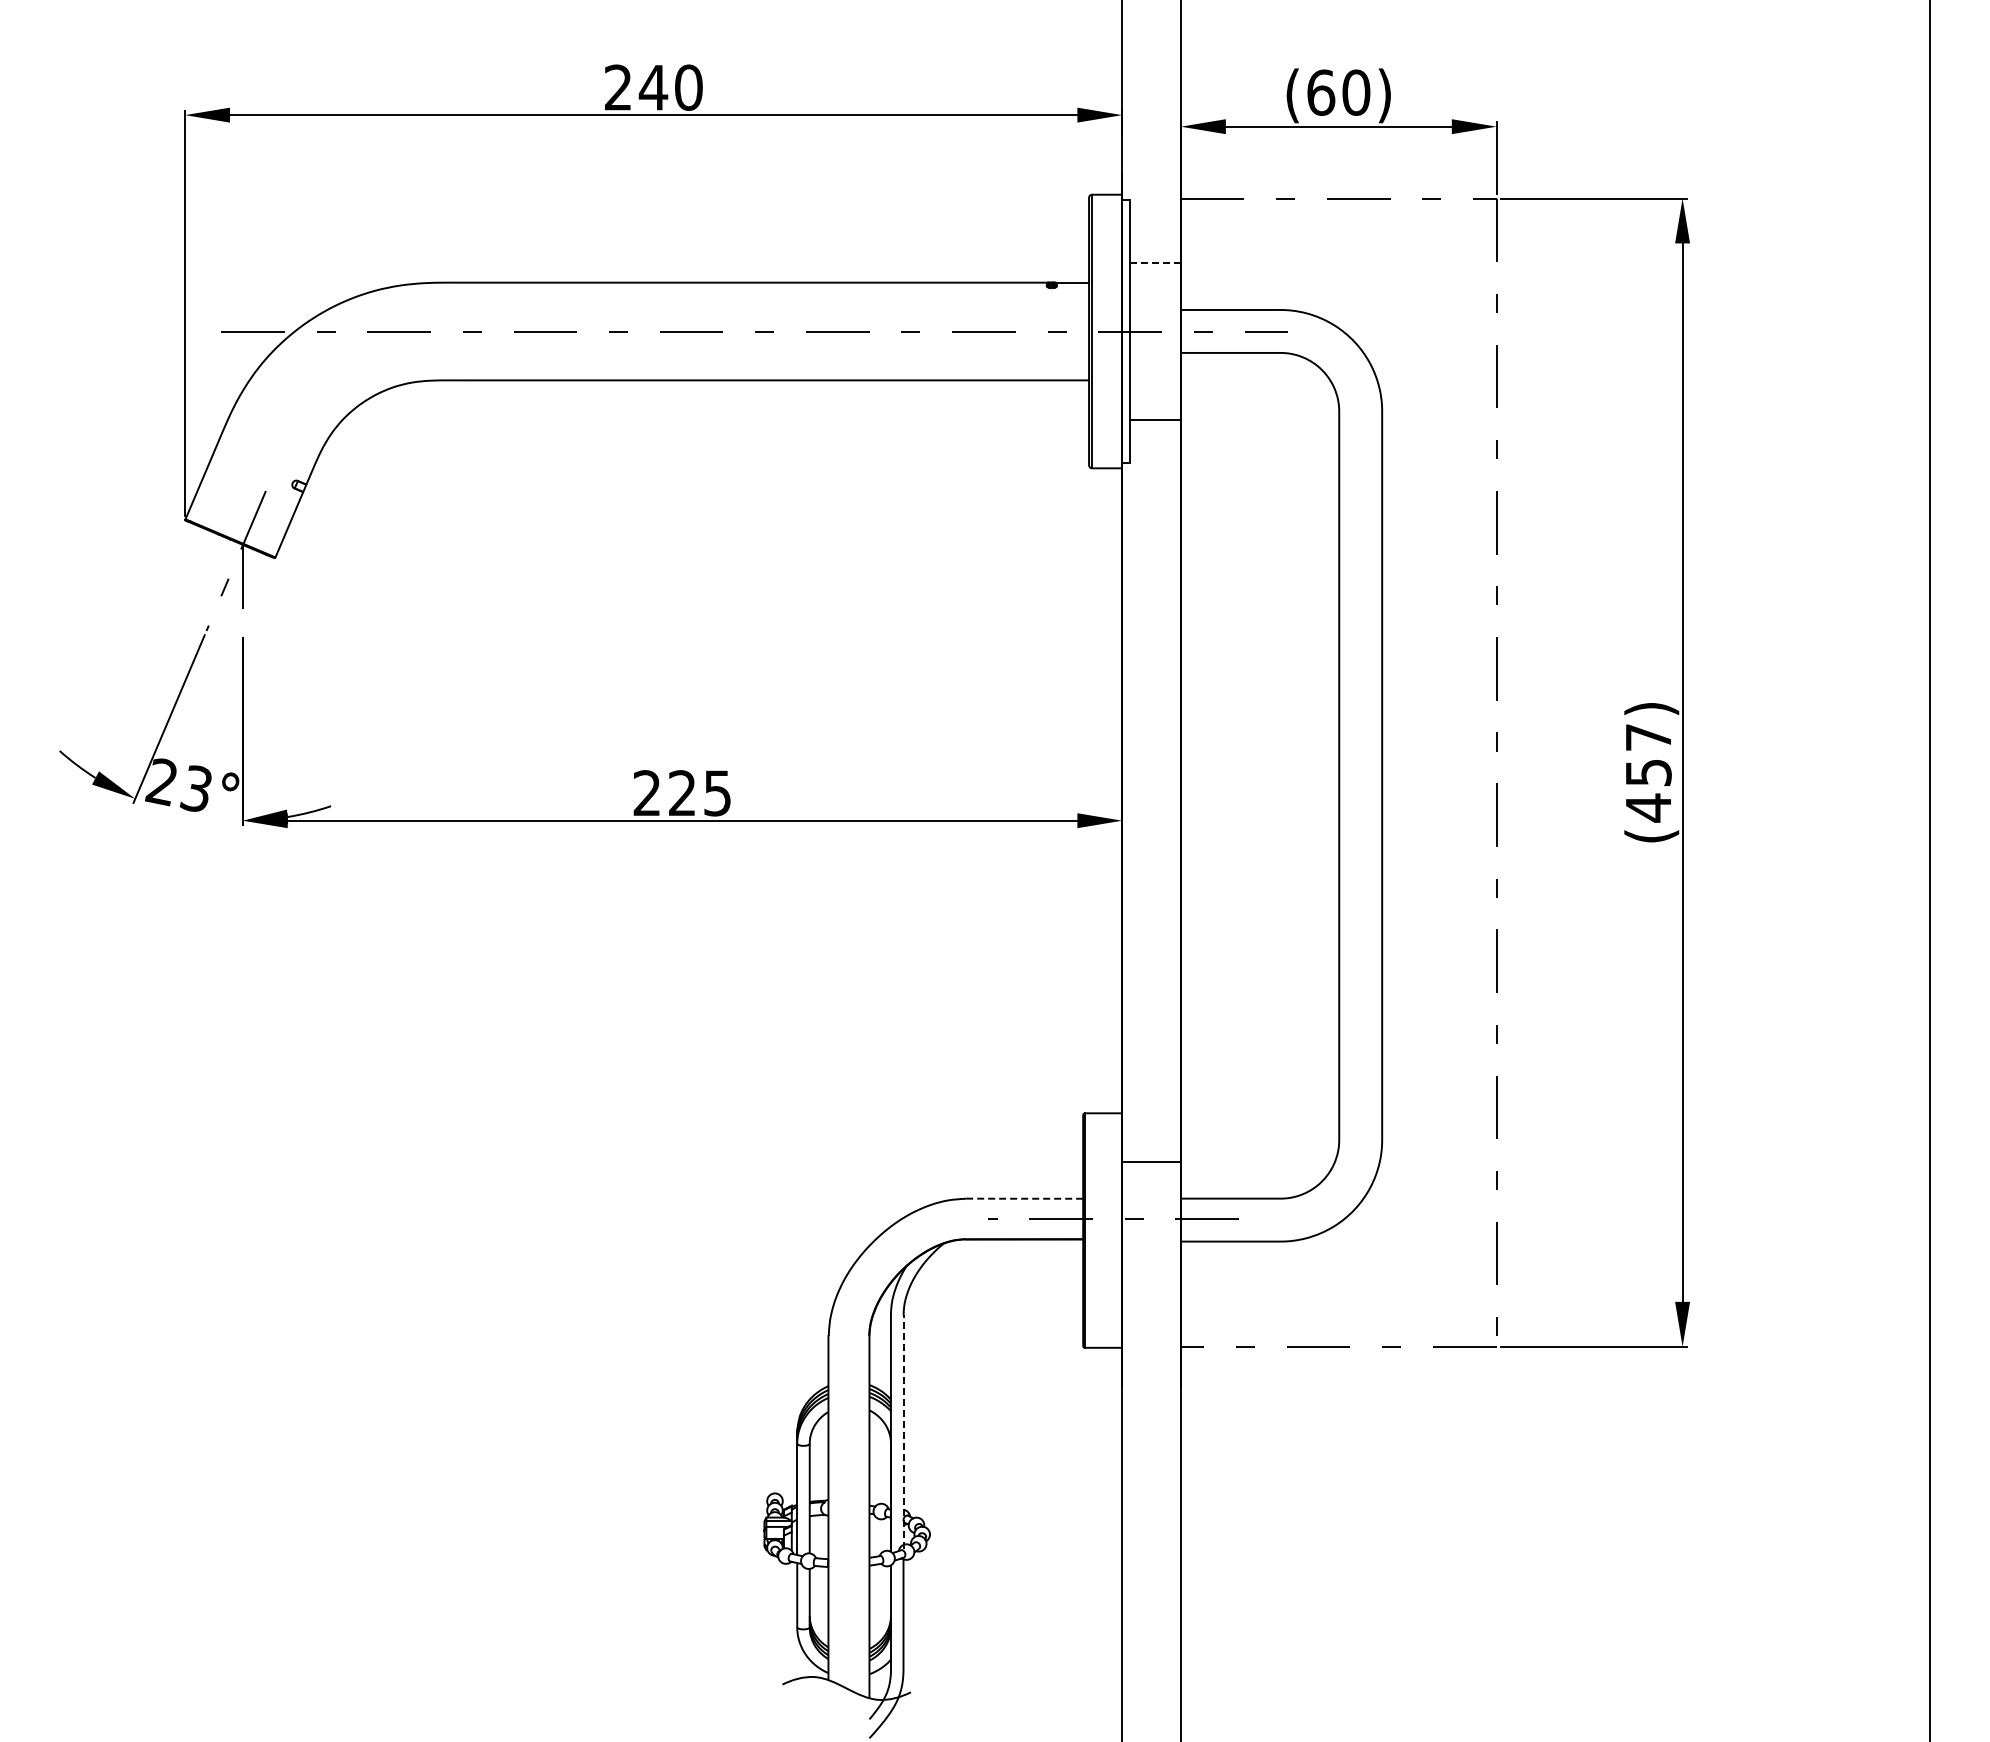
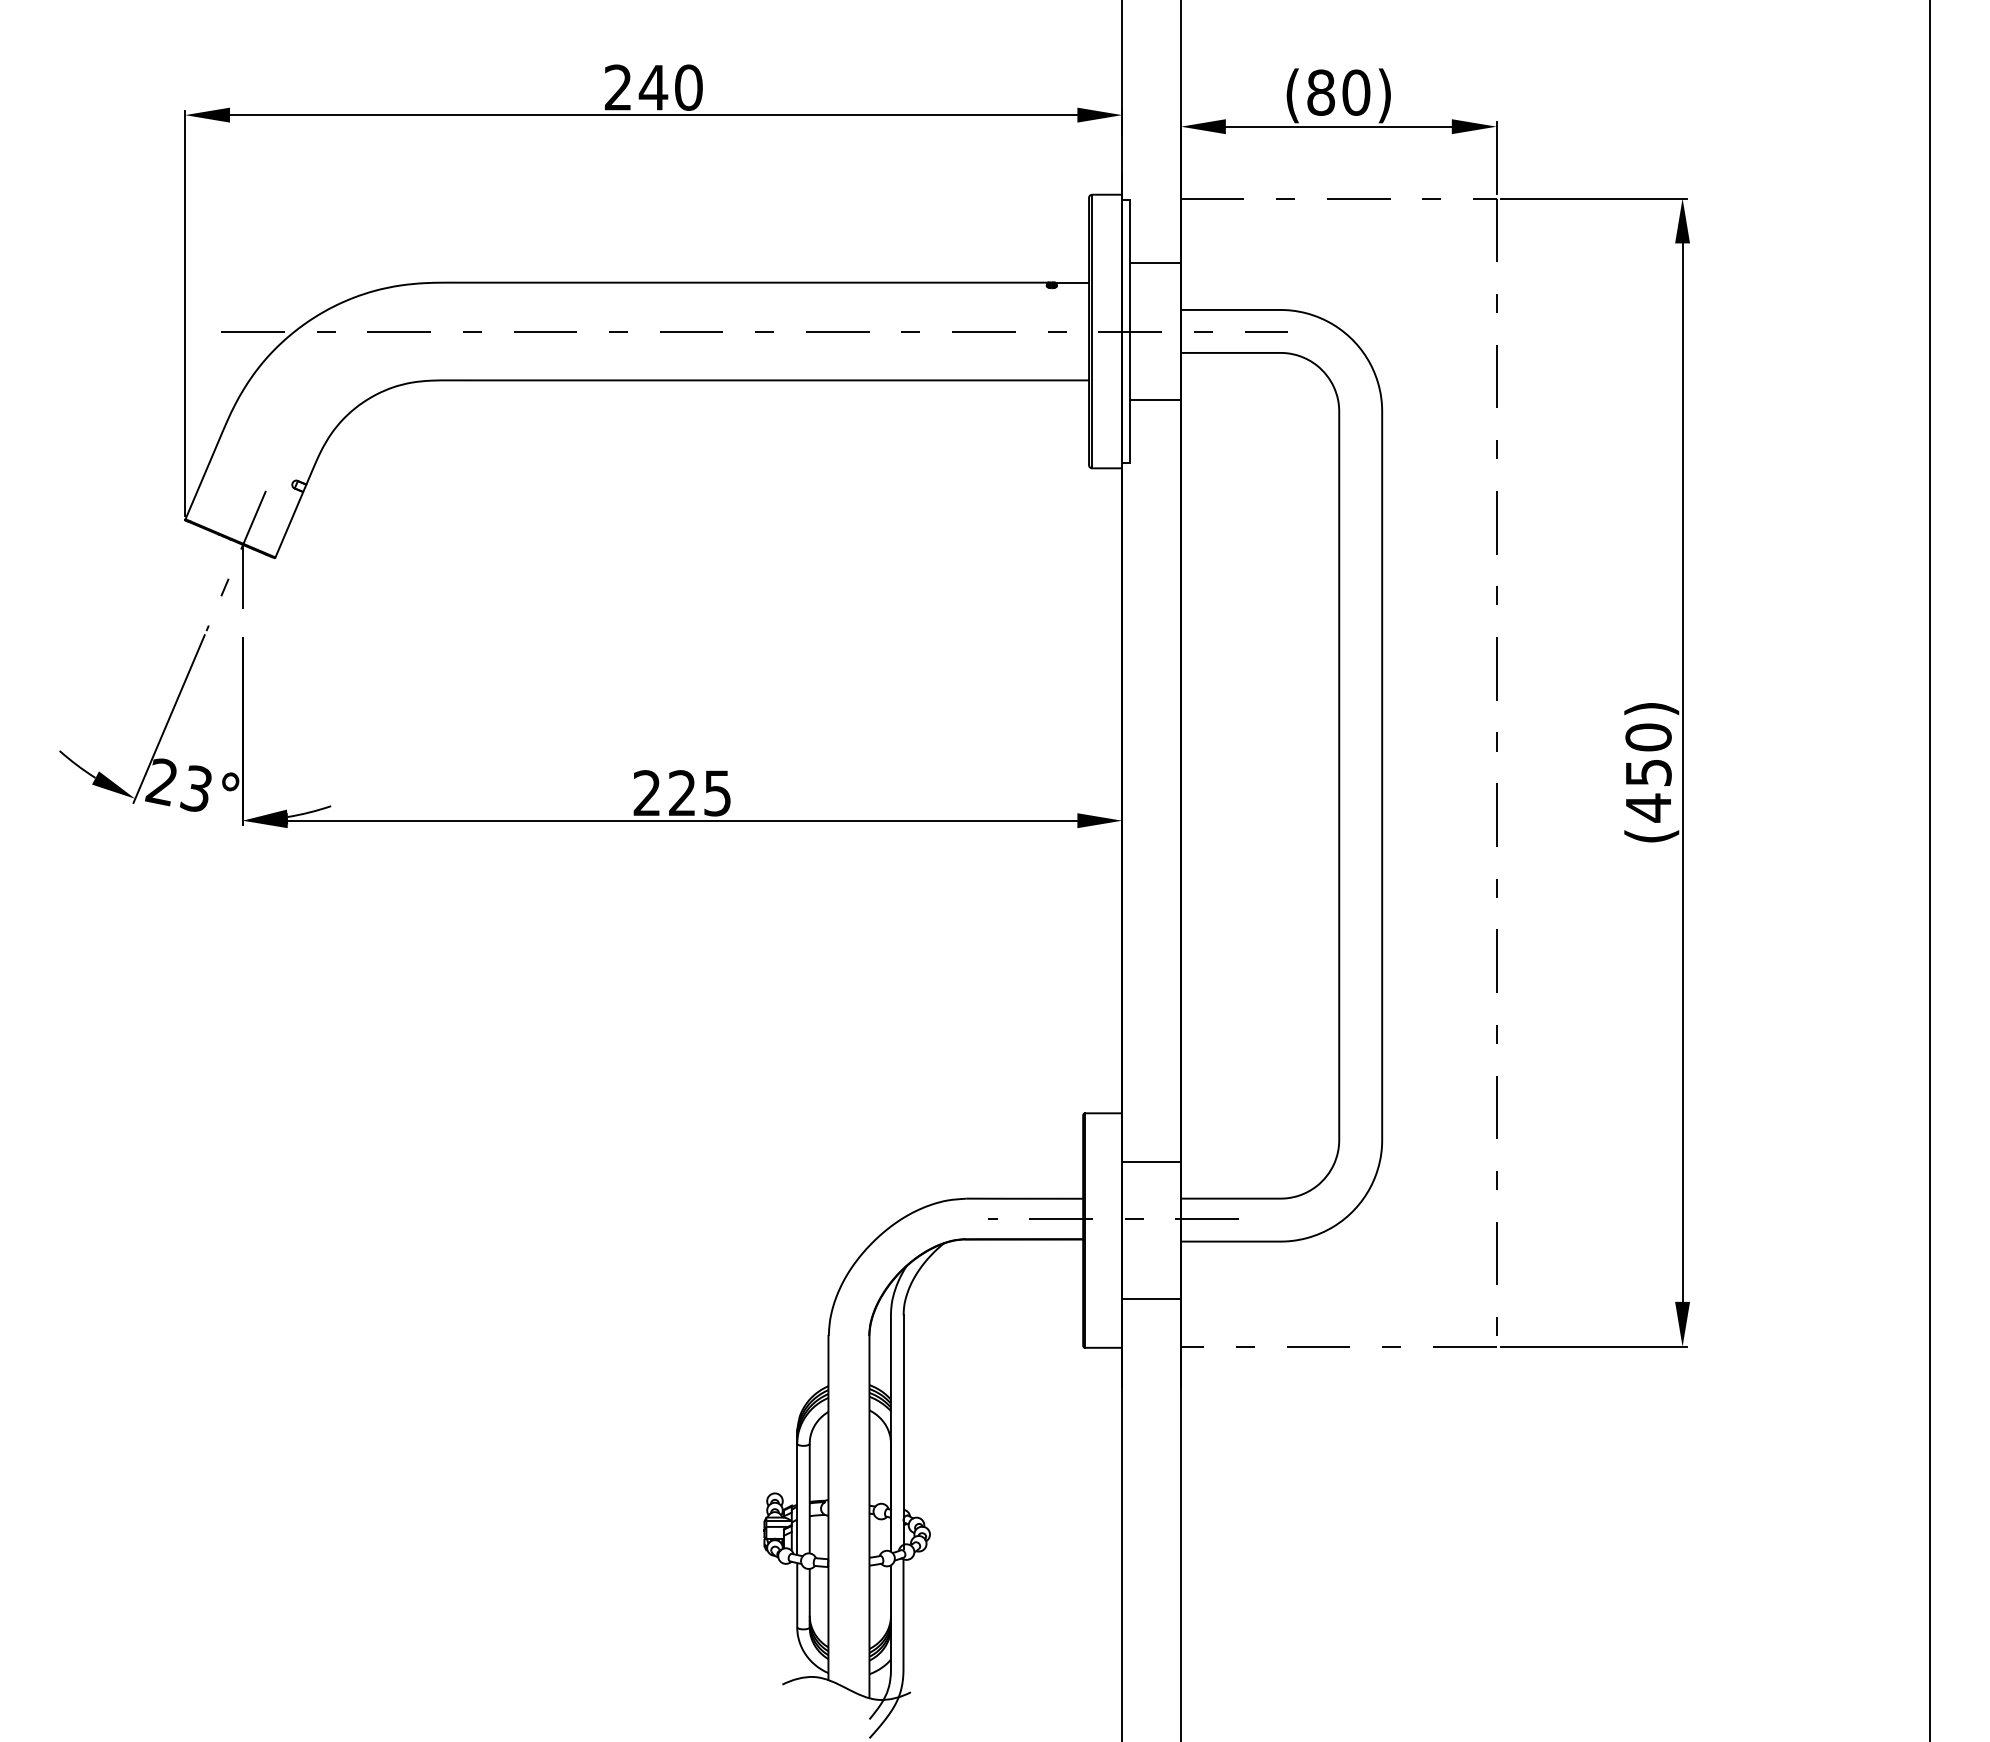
text at (1321, 92): (60) -> (80)
line at (1154, 263): dashed -> solid
line at (1155, 419) position: (1155, 419) -> (1155, 399)
text at (1648, 737): (457) -> (450)
line at (1023, 1198): dashed -> solid
line at (1151, 1298): none -> present
line at (903, 1431): dashed -> solid
